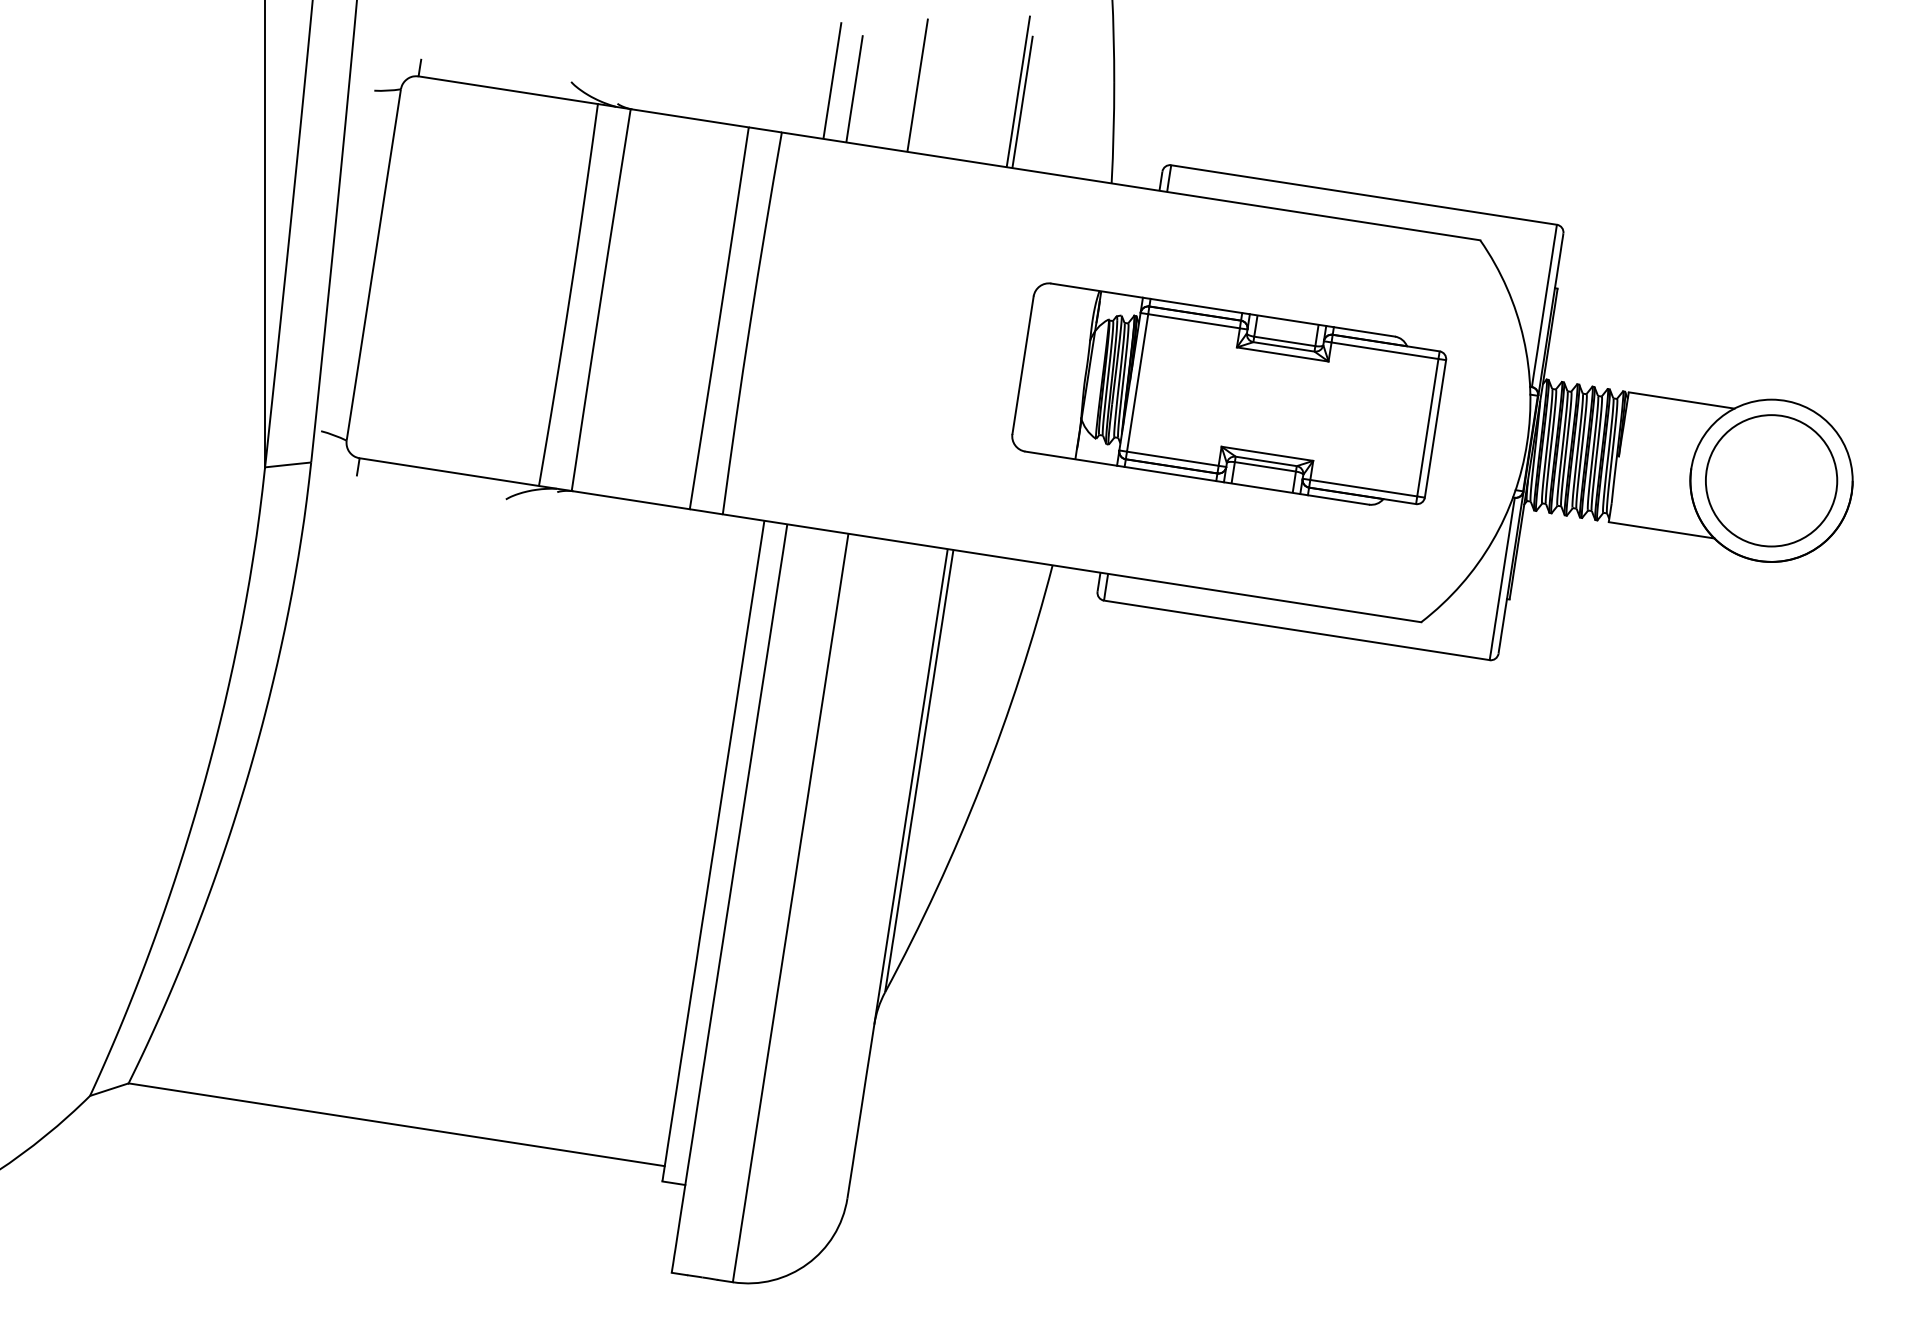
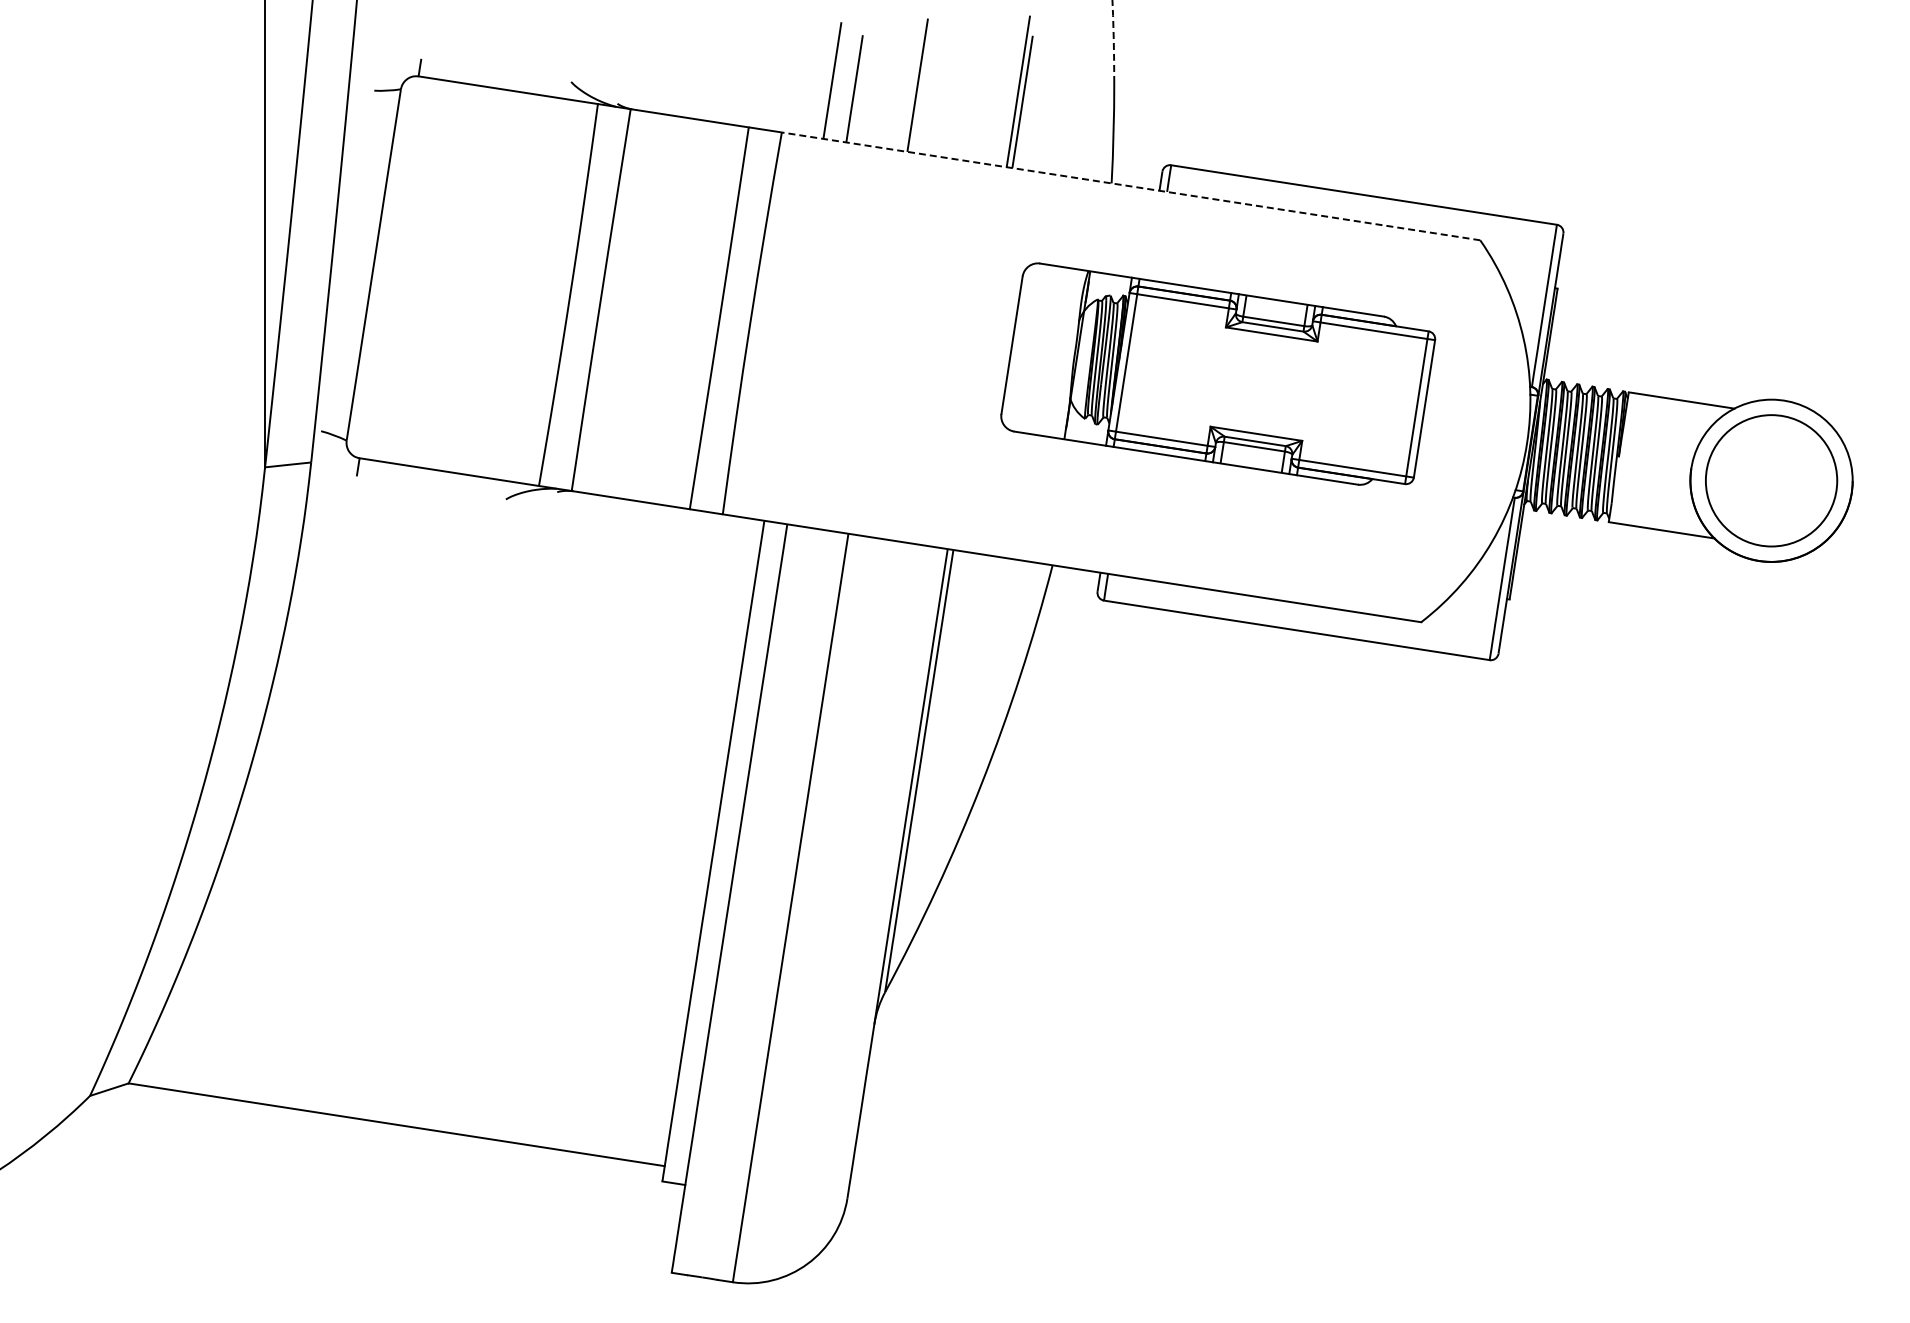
arc at (1113, 41): solid -> dashed
line at (1130, 186): solid -> dashed
part at (1229, 393) position: (1229, 393) -> (1218, 373)
